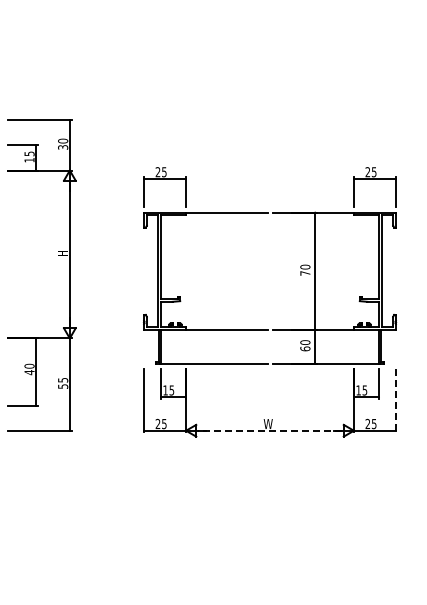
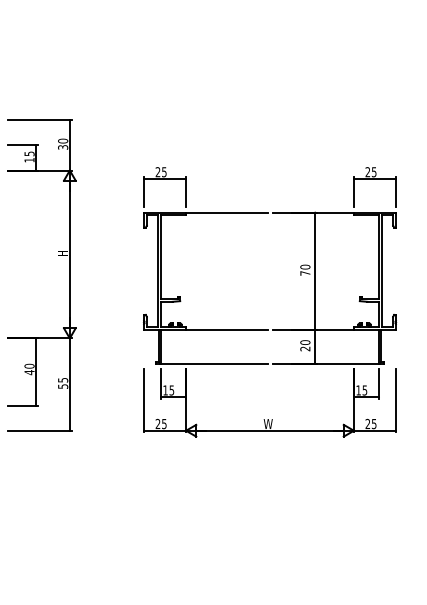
text at (305, 348): 60 -> 20
line at (395, 400): dashed -> solid
line at (269, 430): dashed -> solid
